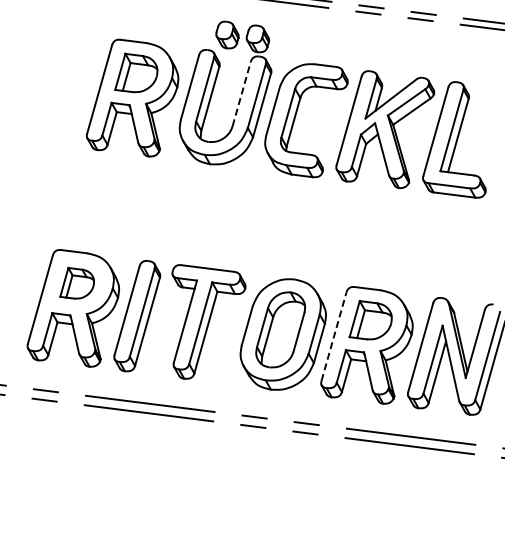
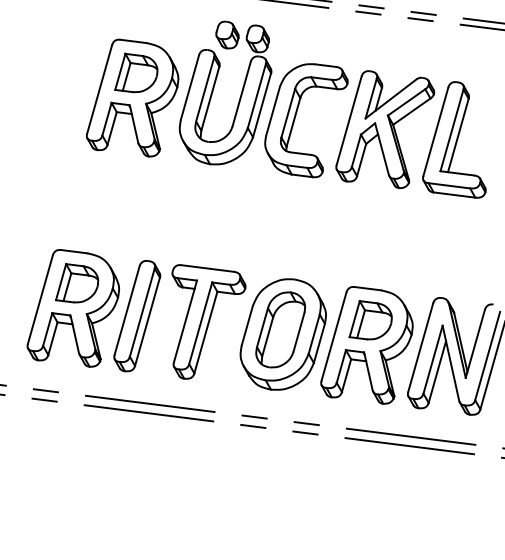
line at (241, 93): dashed -> solid
part at (76, 282) size: 36x34 px -> 45x41 px
line at (334, 336): dashed -> solid
